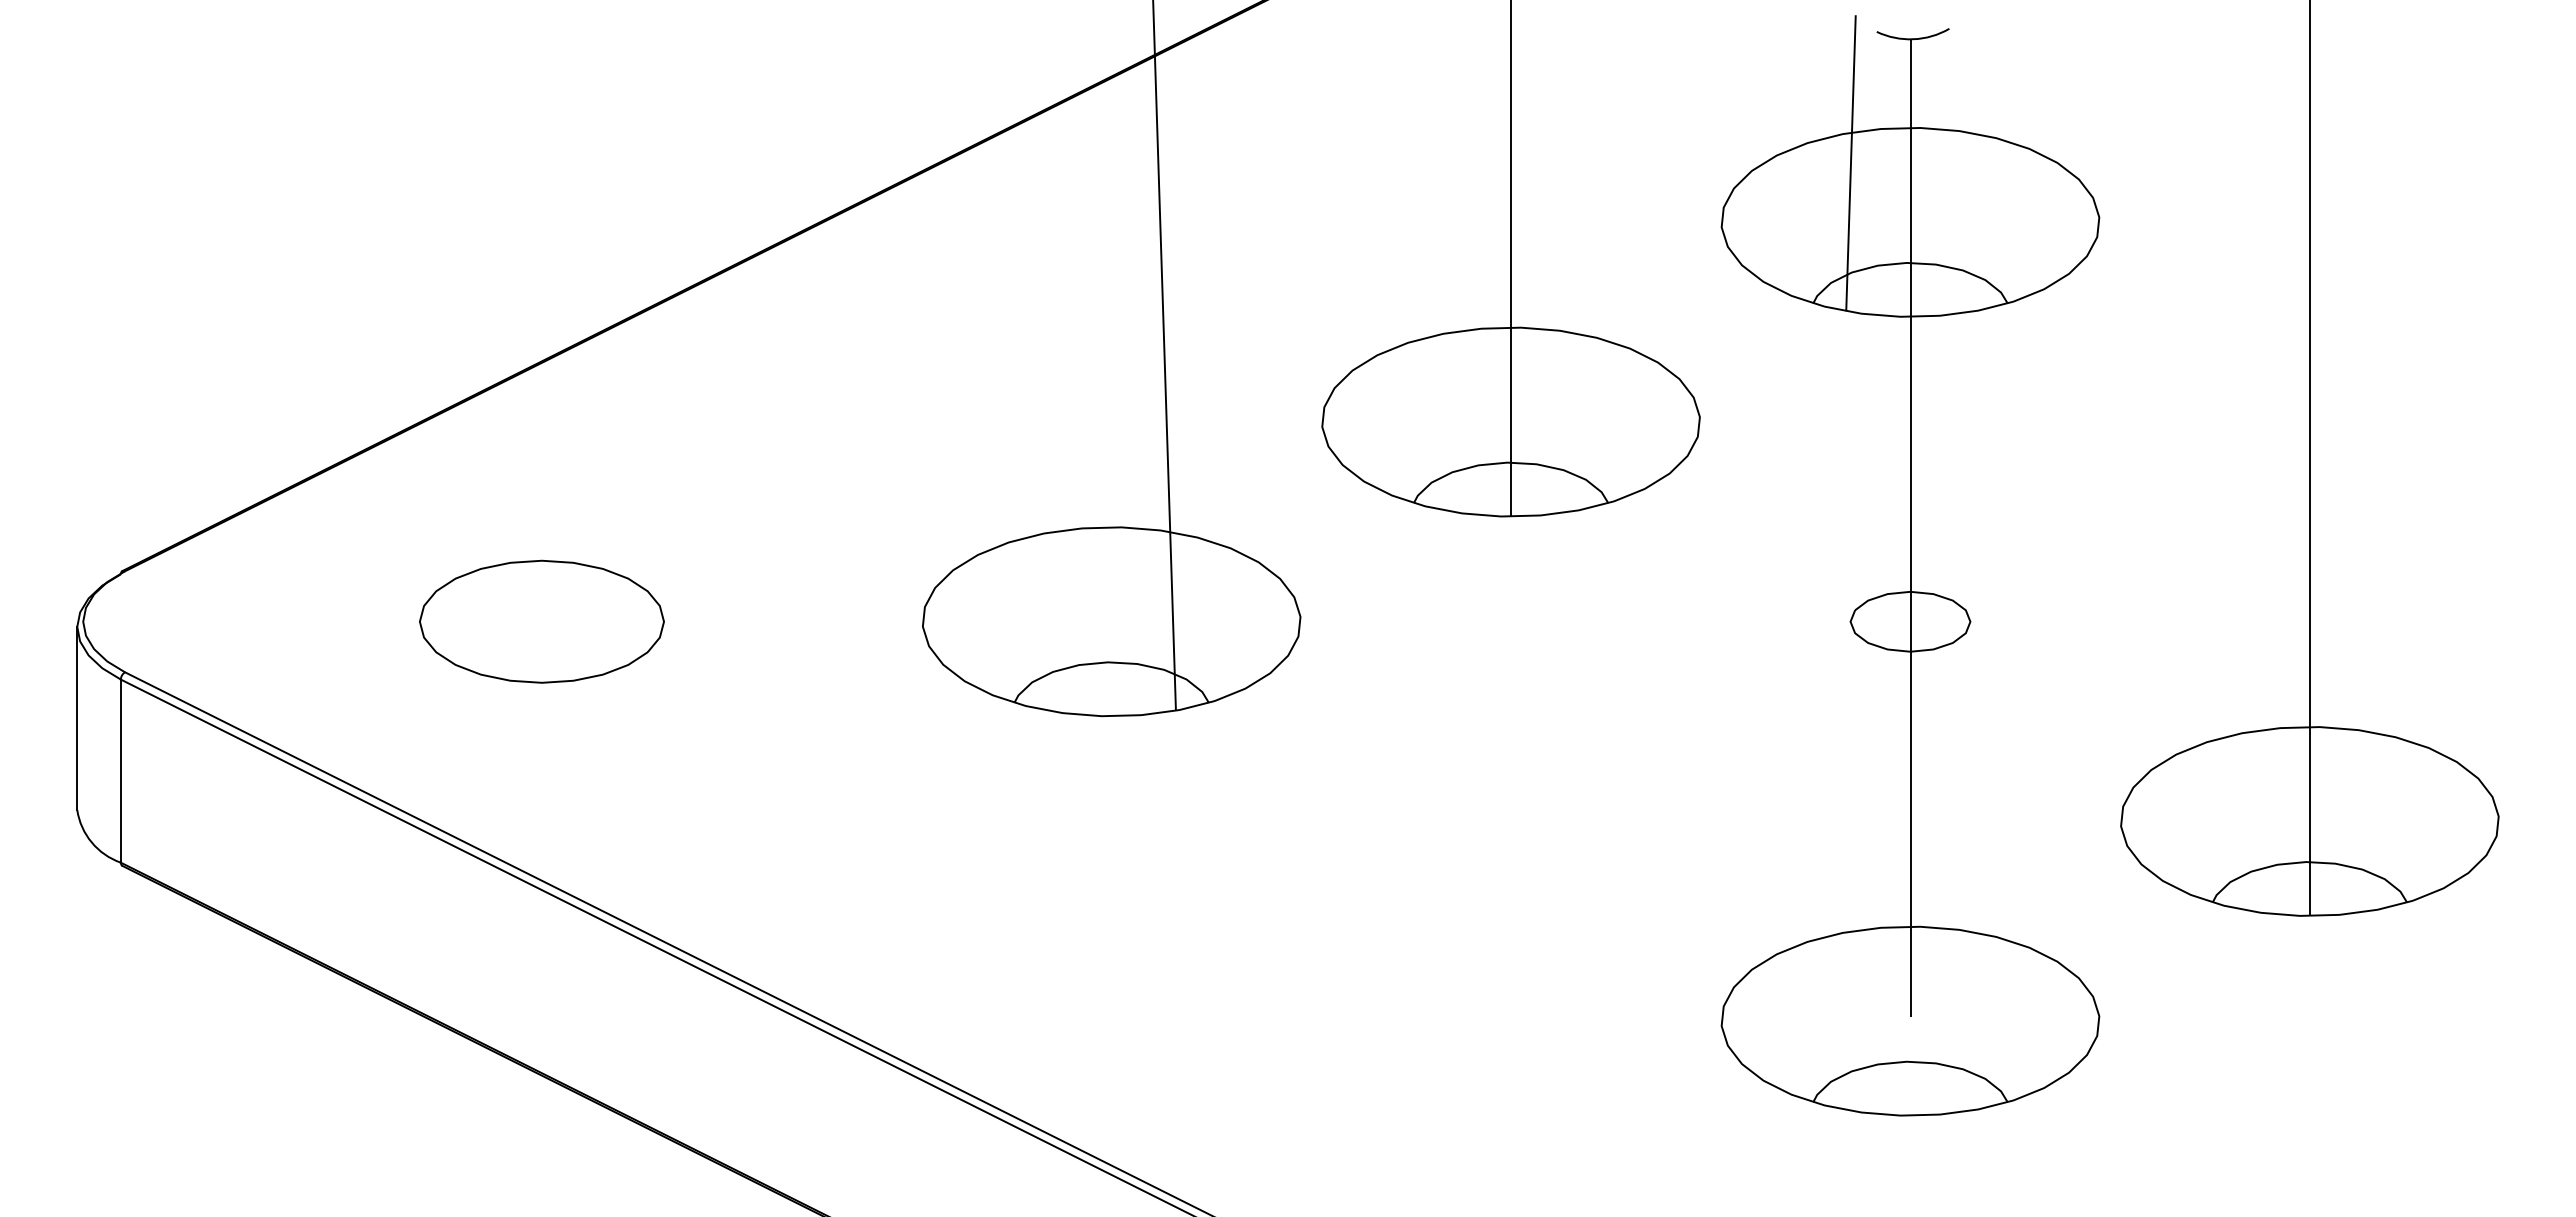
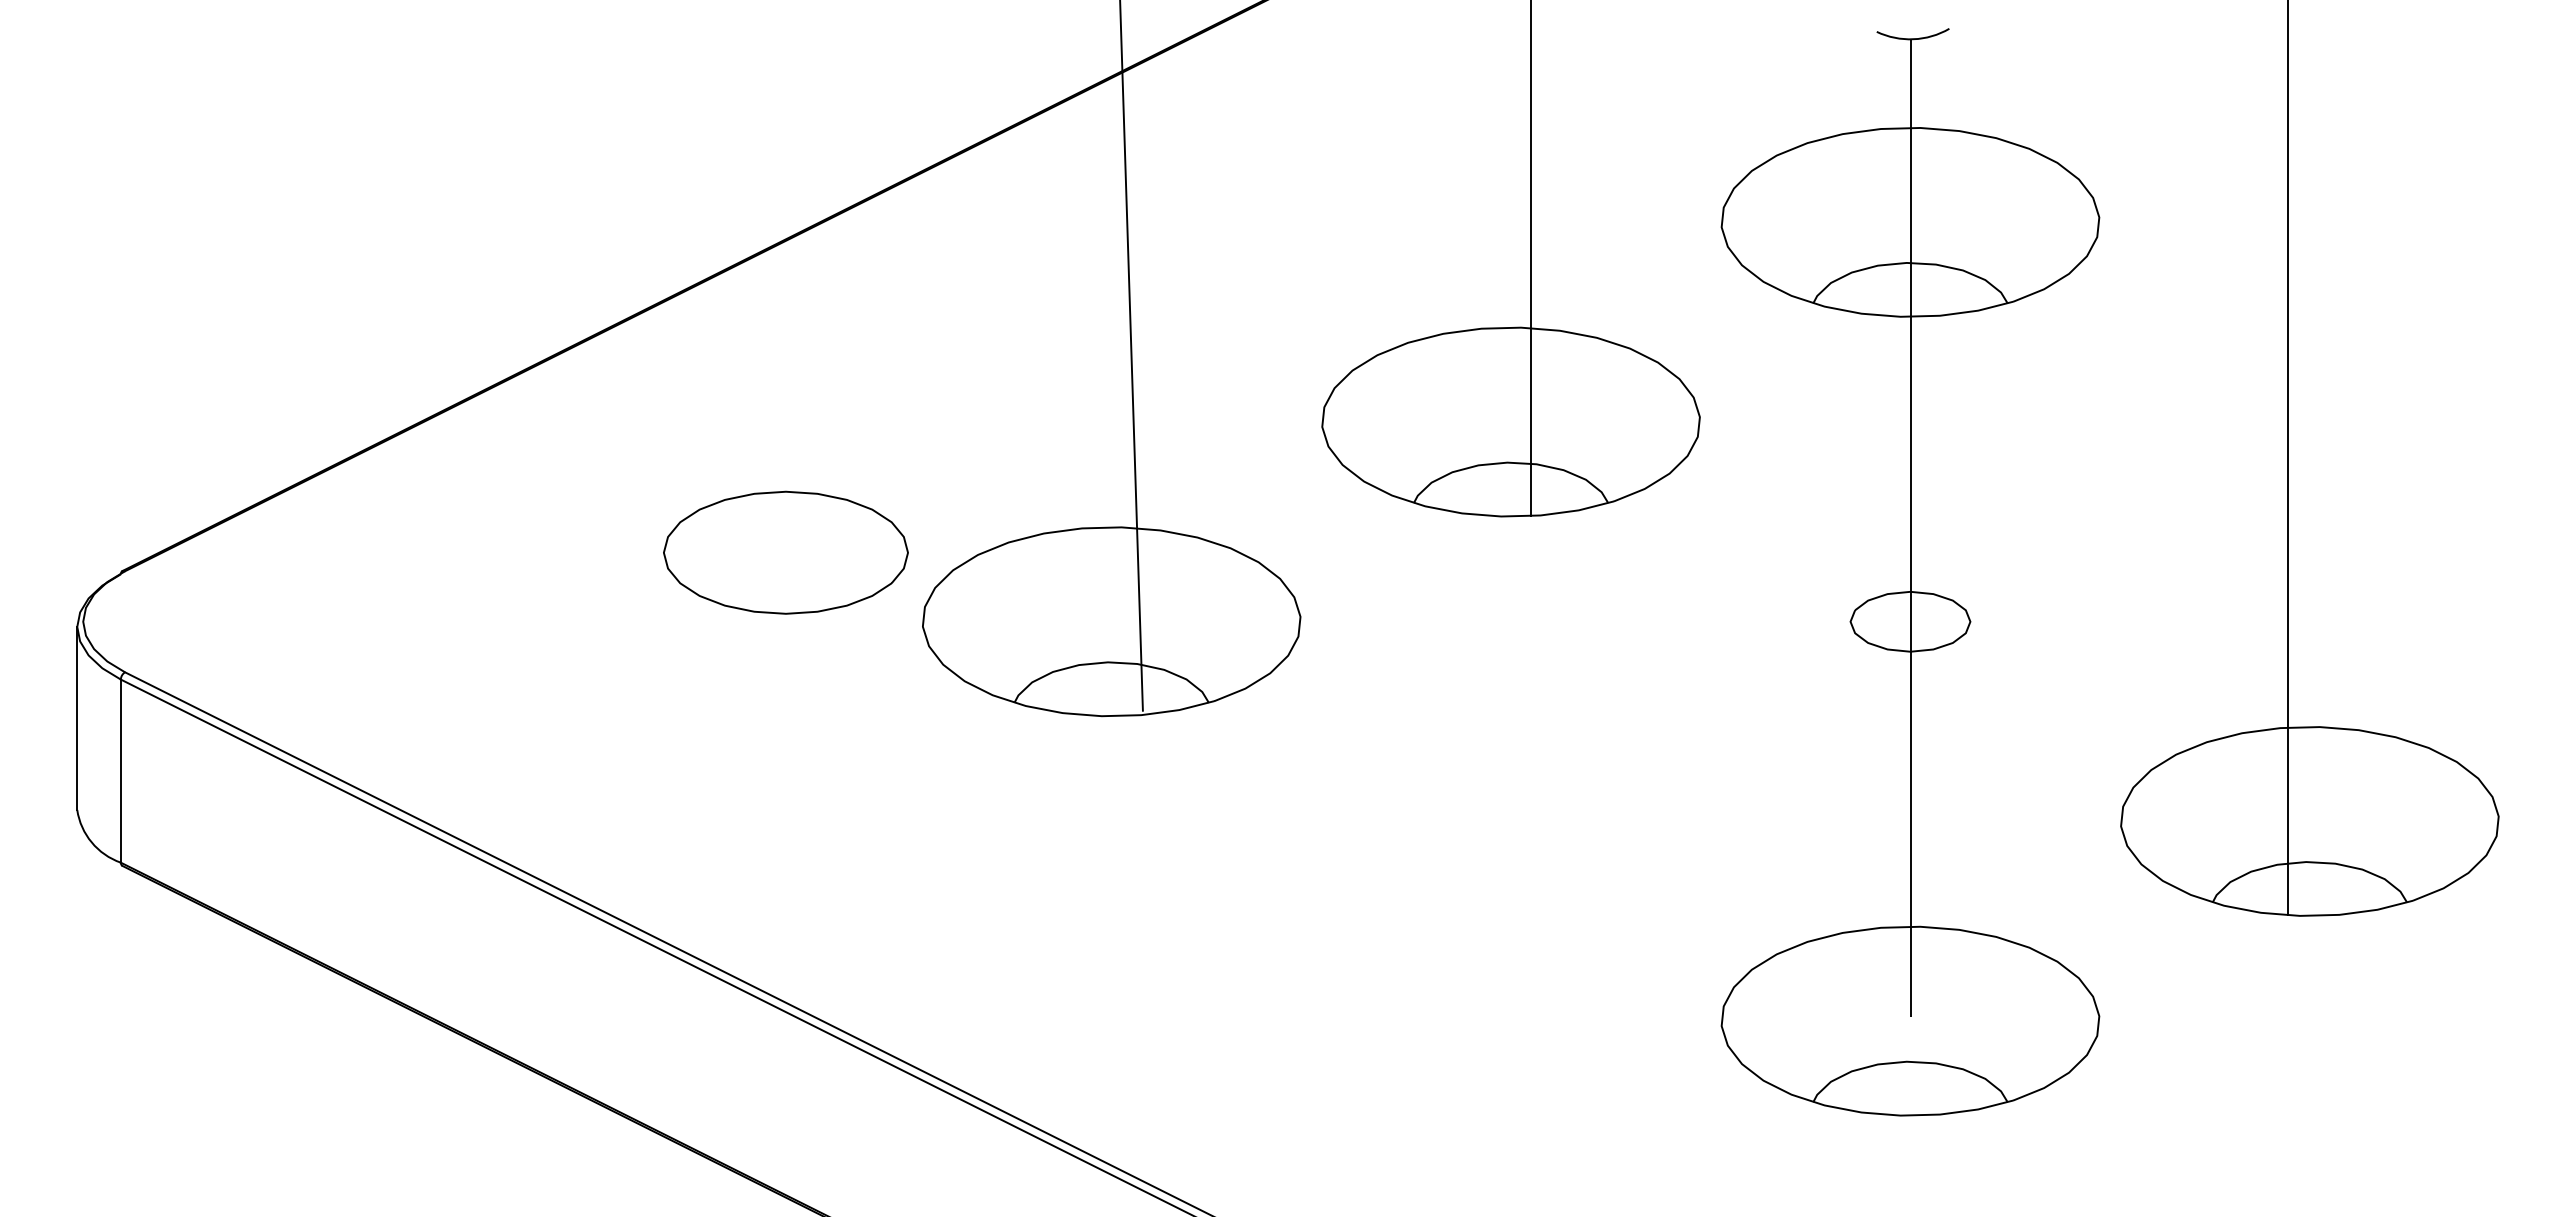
line at (1850, 163): present -> none
line at (1511, 259) position: (1511, 259) -> (1531, 259)
line at (1164, 356) position: (1164, 356) -> (1131, 356)
line at (2309, 459) position: (2309, 459) -> (2287, 459)
part at (541, 621) position: (541, 621) -> (785, 552)
